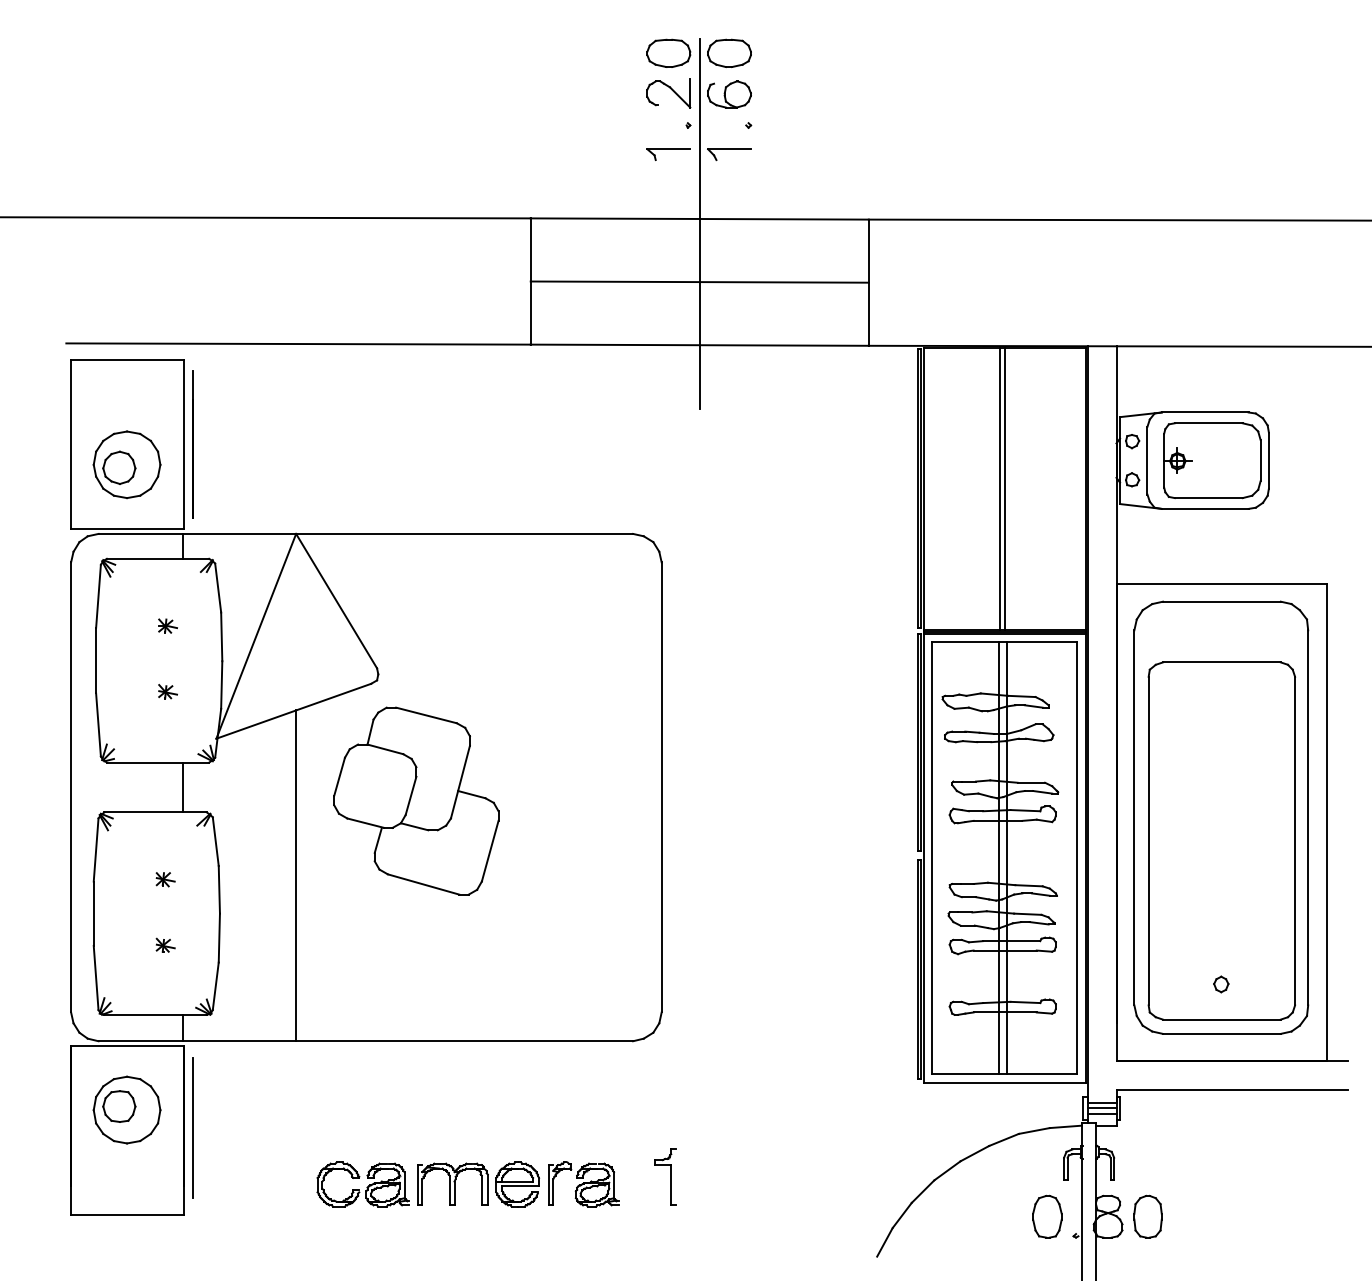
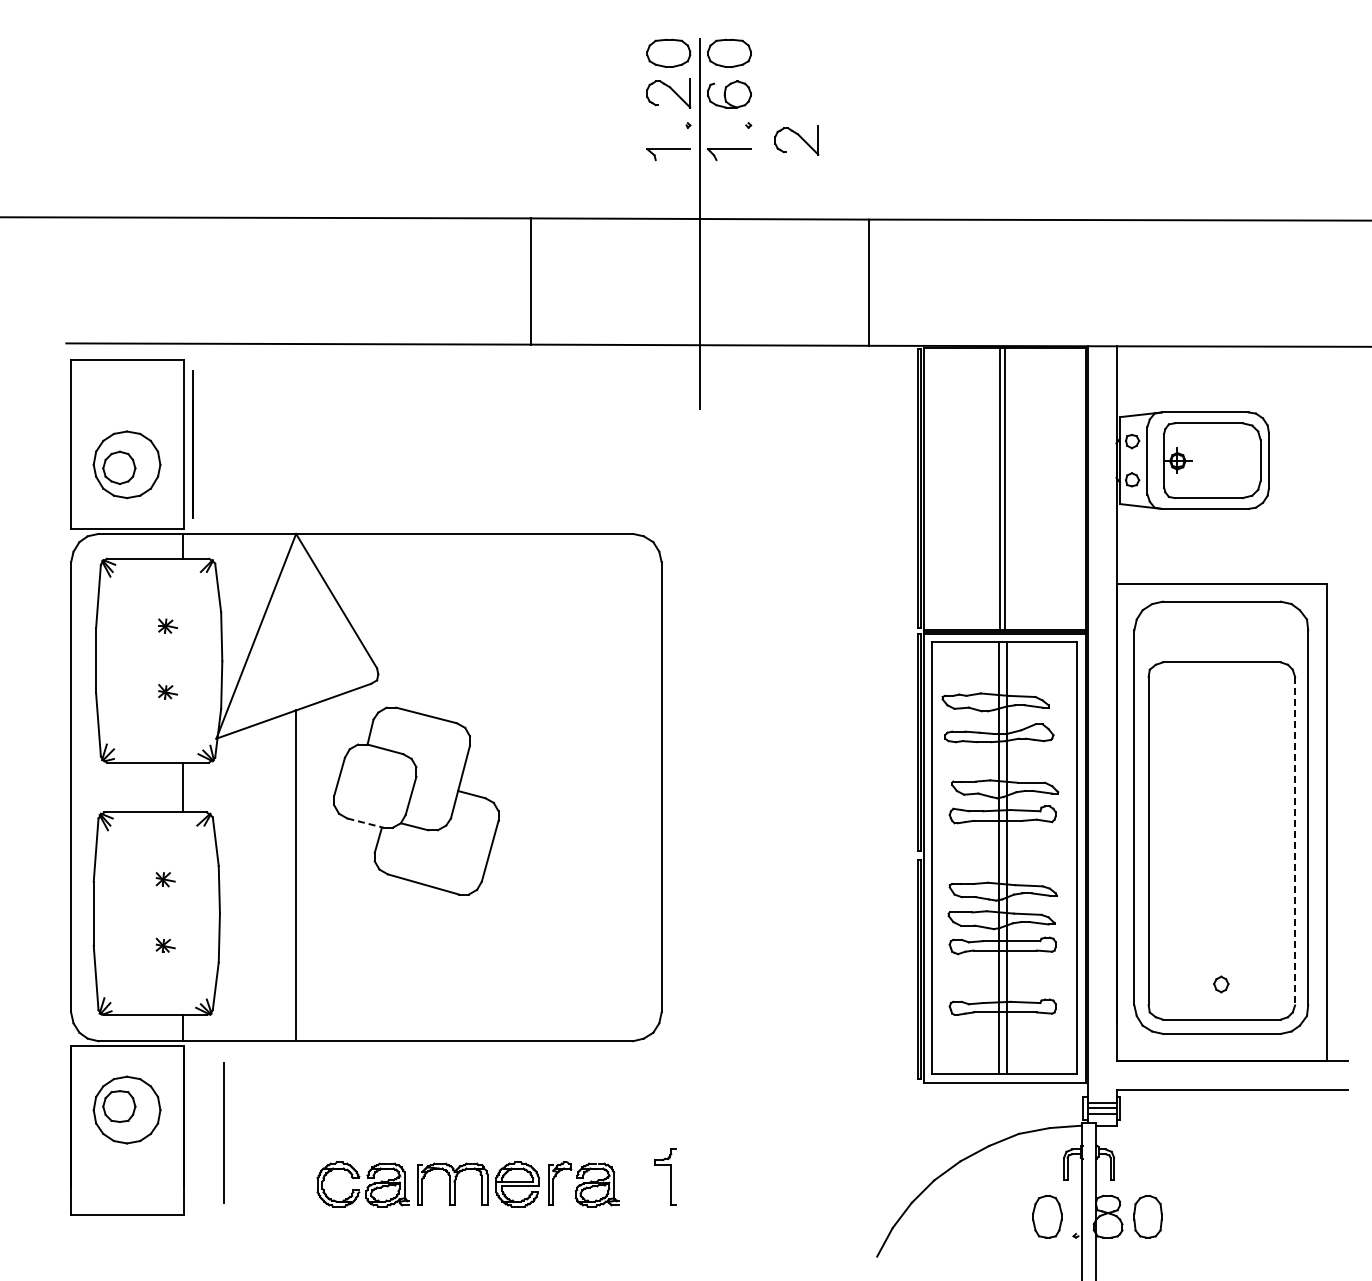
part at (796, 140): none -> present
line at (699, 281): present -> none
line at (366, 823): solid -> dashed
line at (1295, 841): solid -> dashed
line at (192, 1127) position: (192, 1127) -> (223, 1132)
